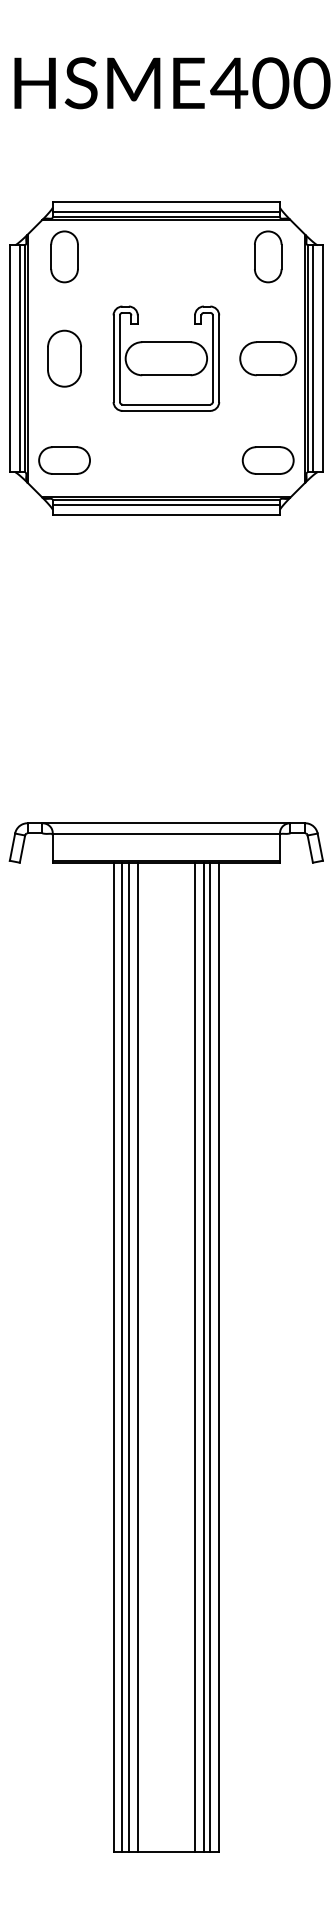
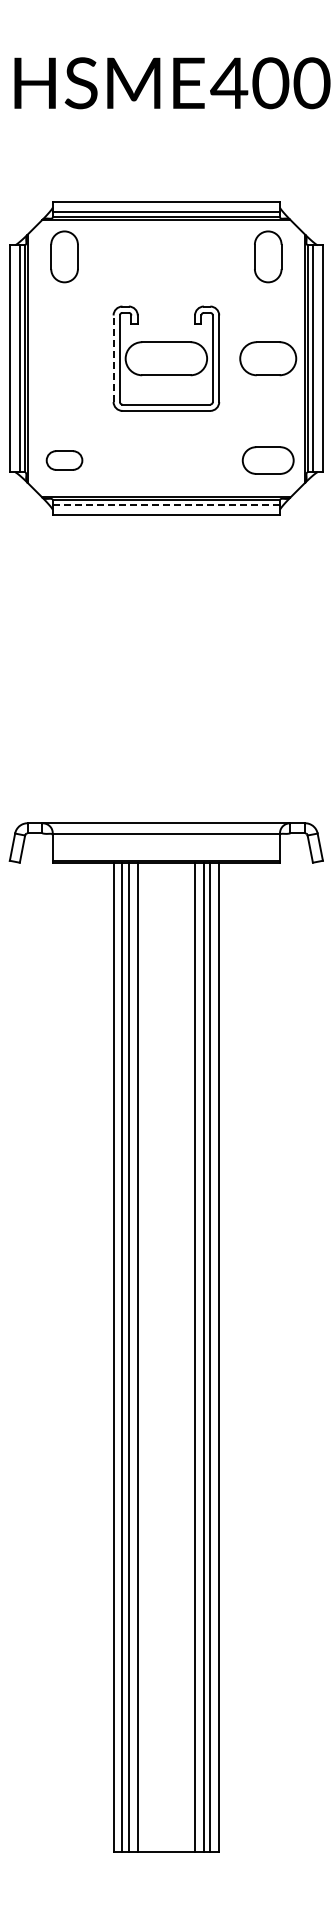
part at (64, 358): present -> none
line at (113, 358): solid -> dashed
part at (64, 460) size: 53x29 px -> 39x21 px
line at (166, 505): solid -> dashed
